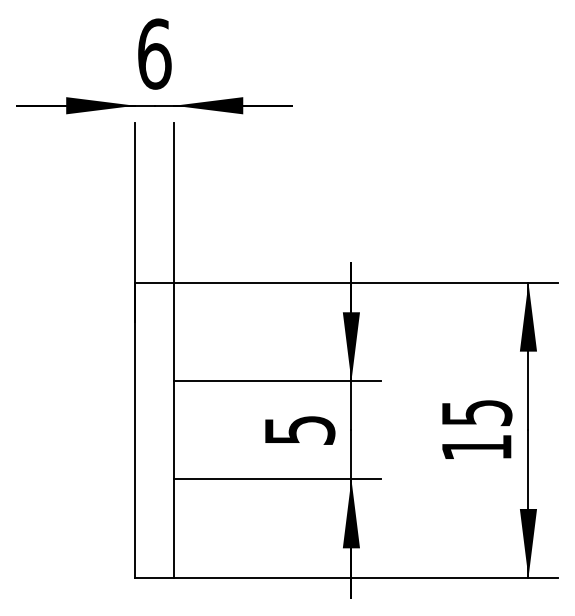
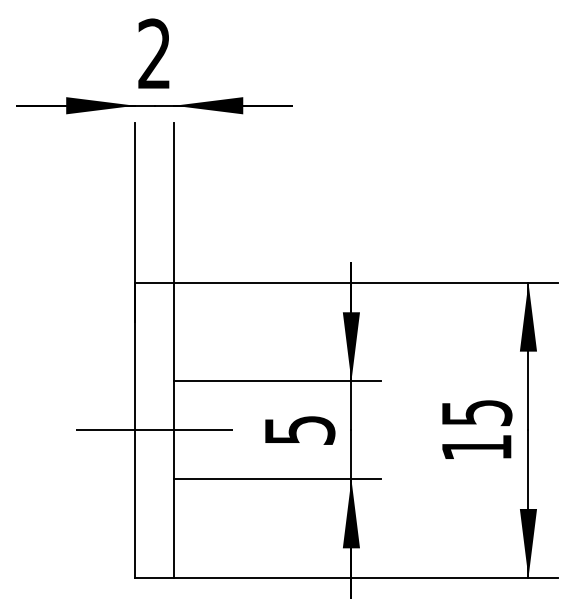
text at (154, 53): 6 -> 2
line at (154, 430): none -> present
